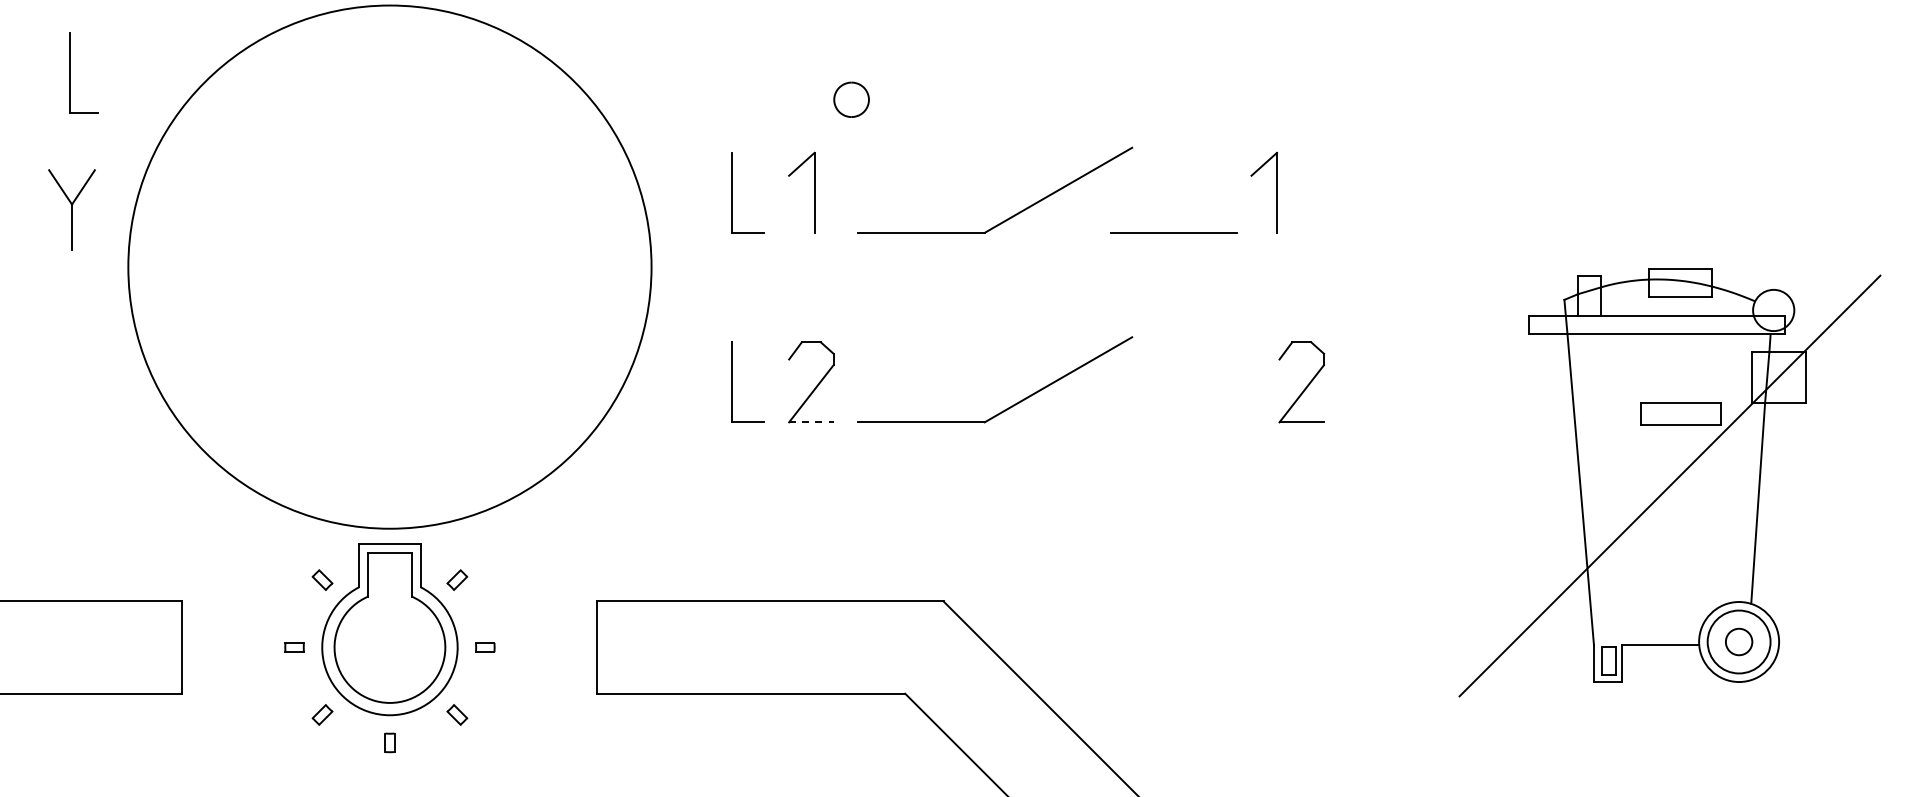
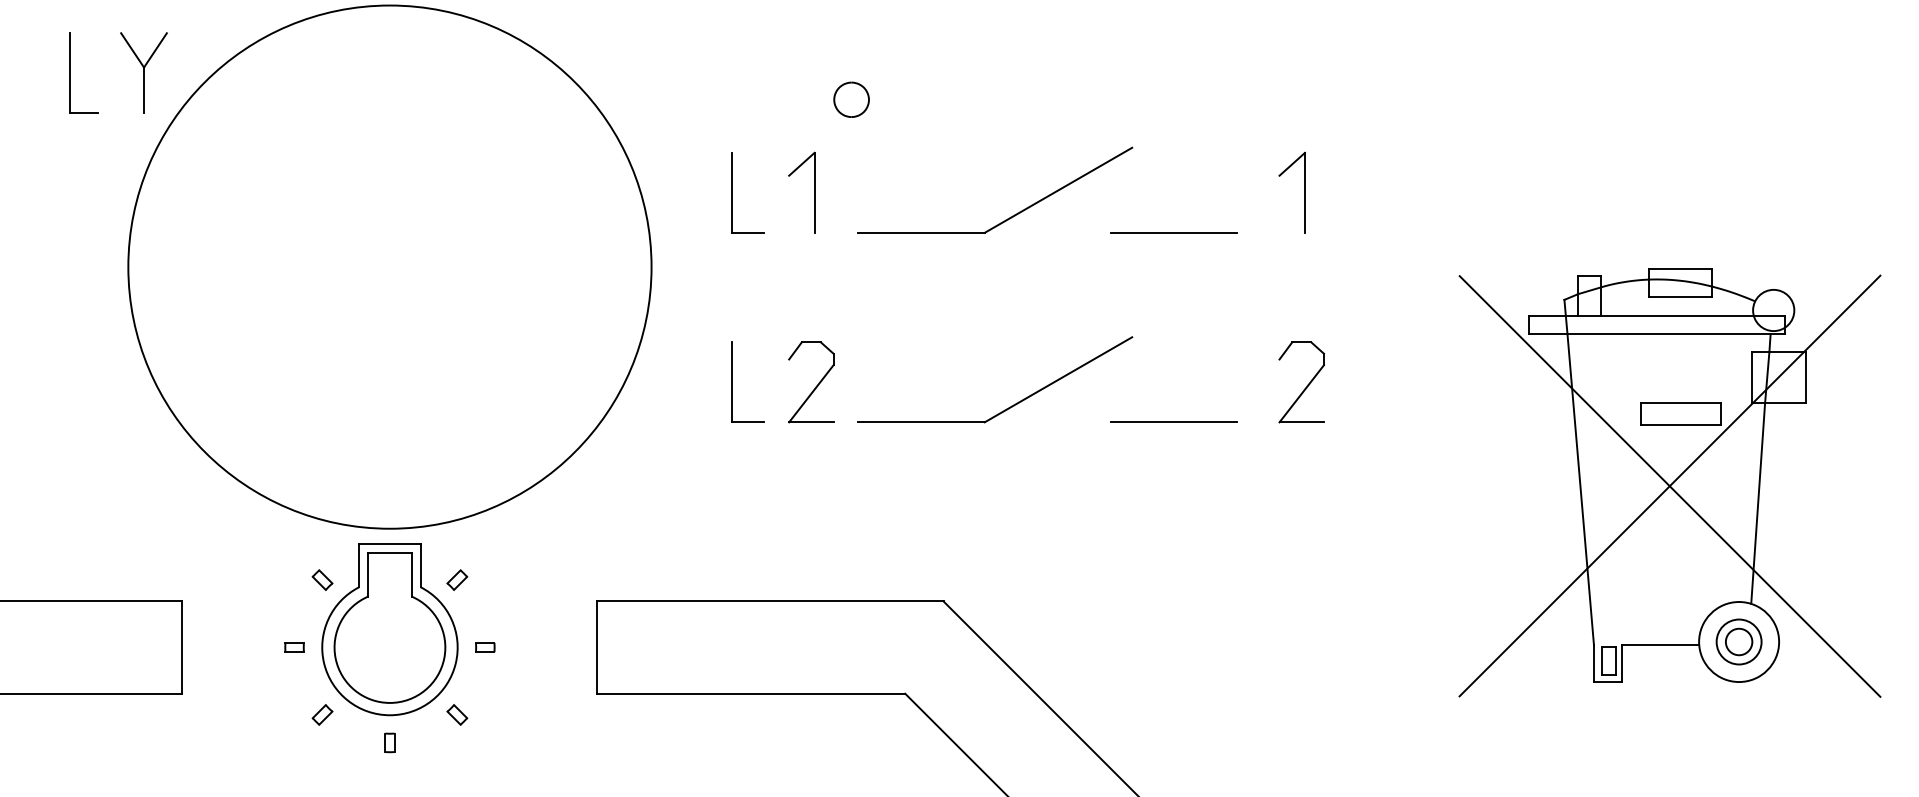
part at (1276, 192) position: (1276, 192) -> (1304, 192)
part at (71, 209) position: (71, 209) -> (143, 72)
line at (811, 422): dashed -> solid
line at (1174, 422): none -> present
line at (1669, 486): none -> present
circle at (1738, 641) diameter: 63 px -> 45 px
